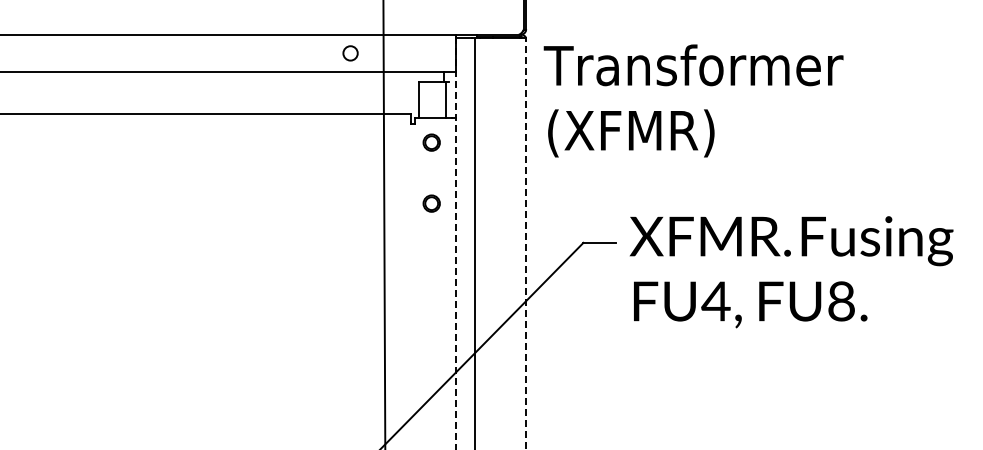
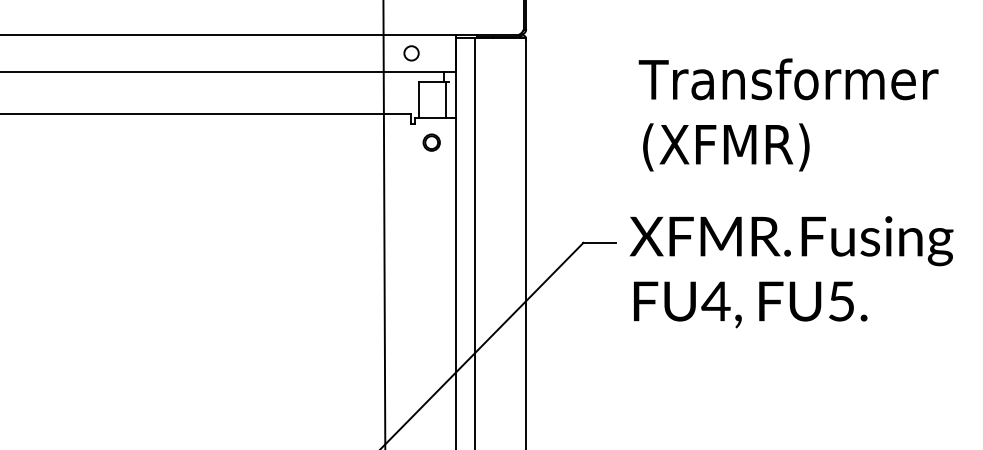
circle at (350, 53) position: (350, 53) -> (411, 53)
text at (693, 100) position: (693, 100) -> (788, 114)
circle at (431, 203): present -> none
line at (456, 243): dashed -> solid
line at (526, 244): dashed -> solid
text at (841, 301): FU8. -> FU5.
